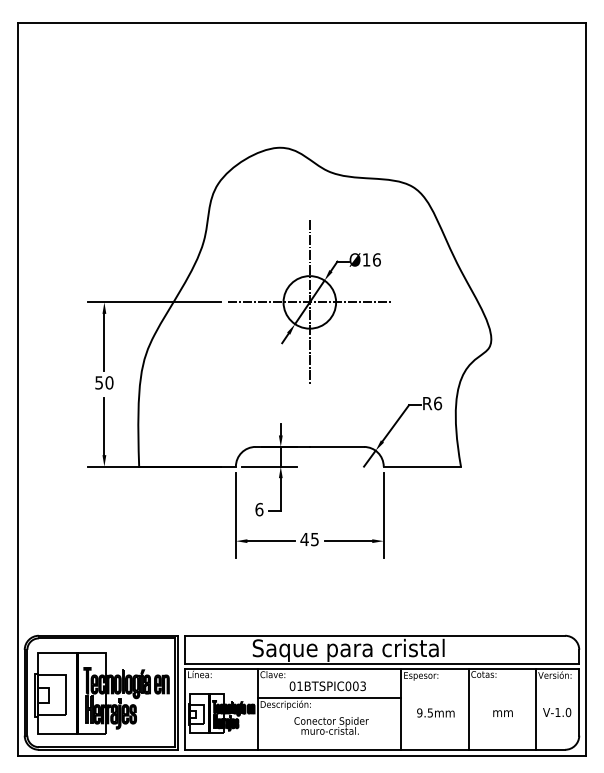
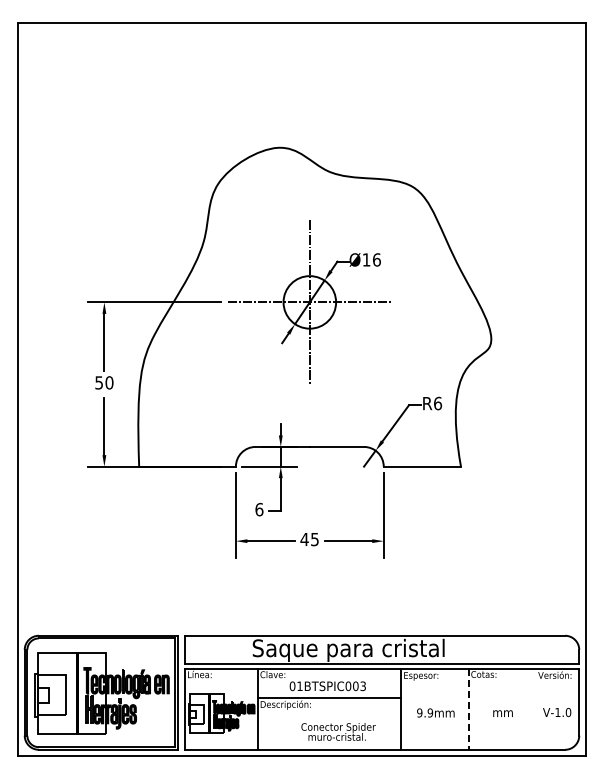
line at (468, 709): solid -> dashed
line at (536, 709): present -> none
text at (430, 712): 9.5mm -> 9.9mm
text at (331, 725) position: (331, 725) -> (338, 731)
